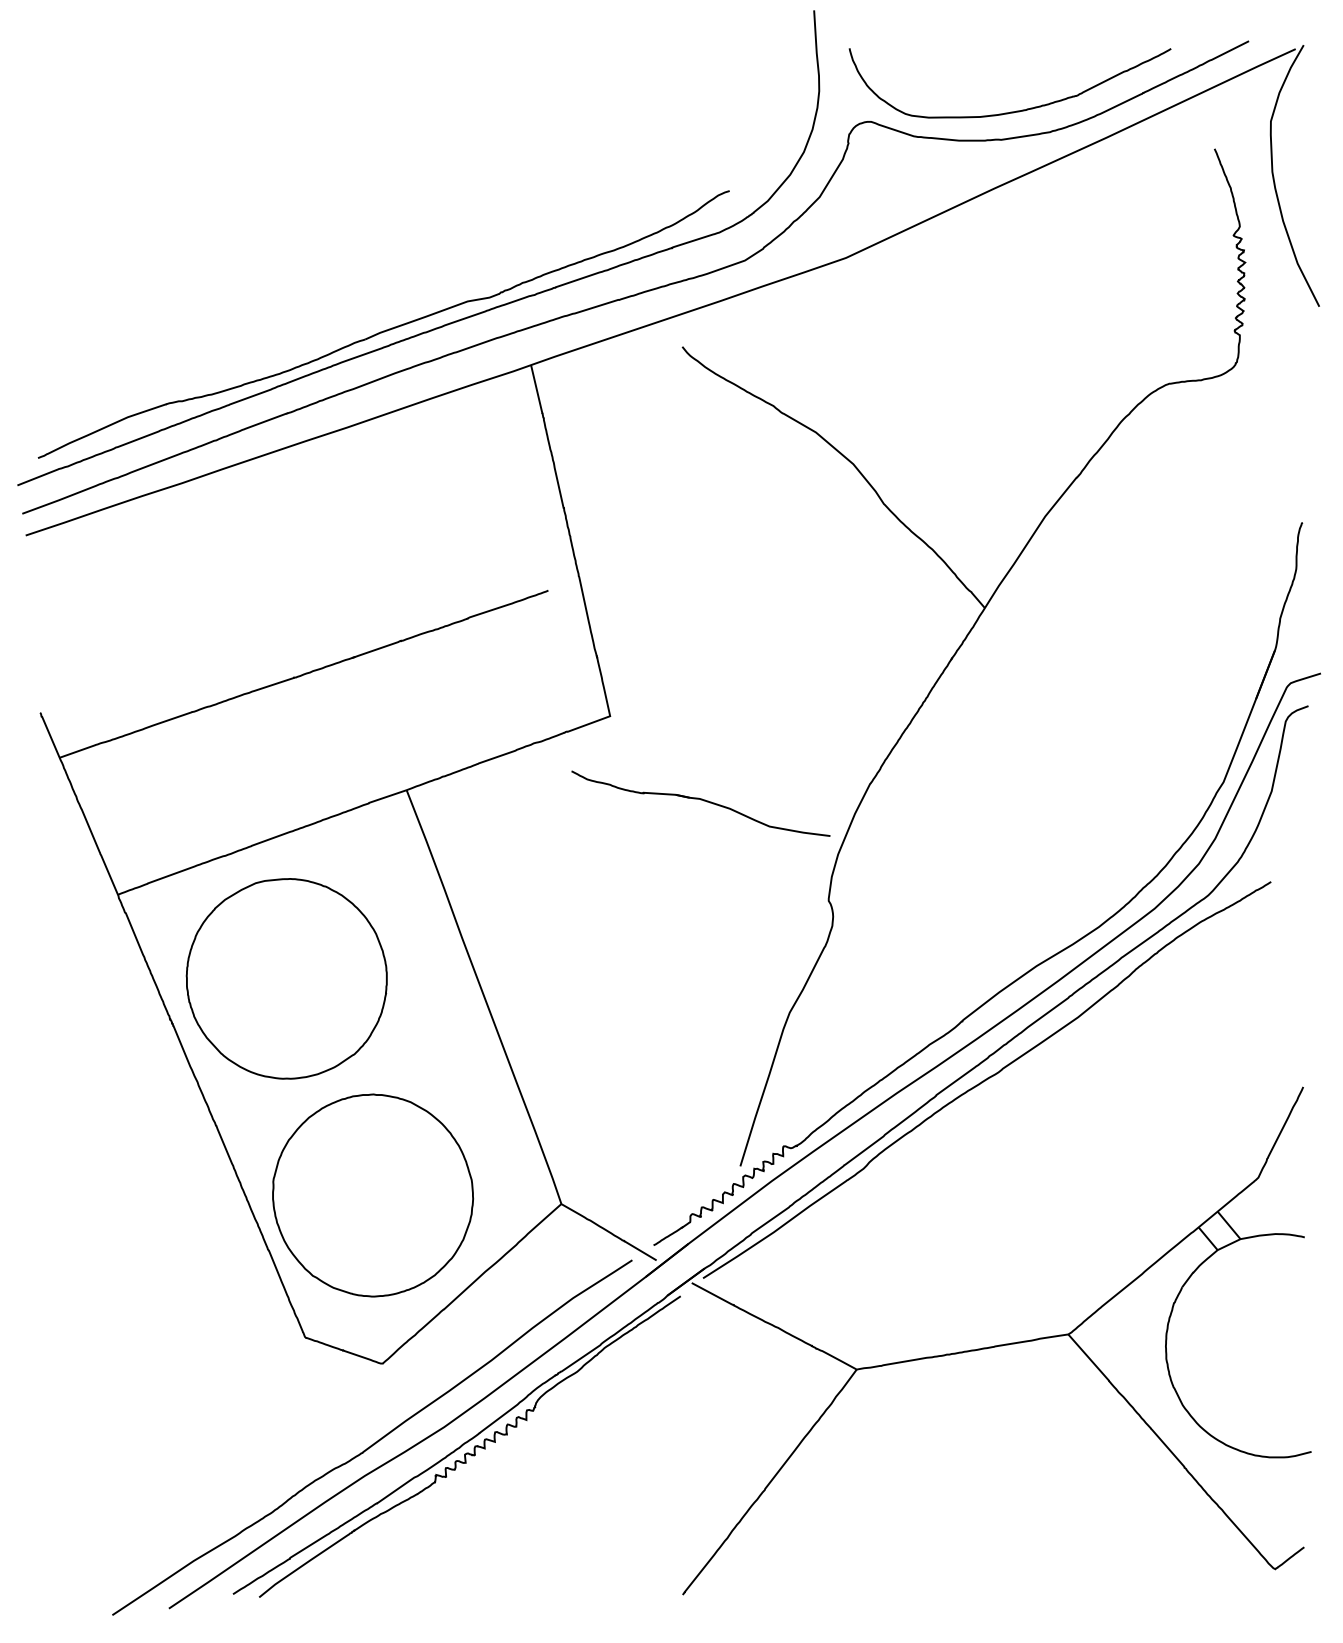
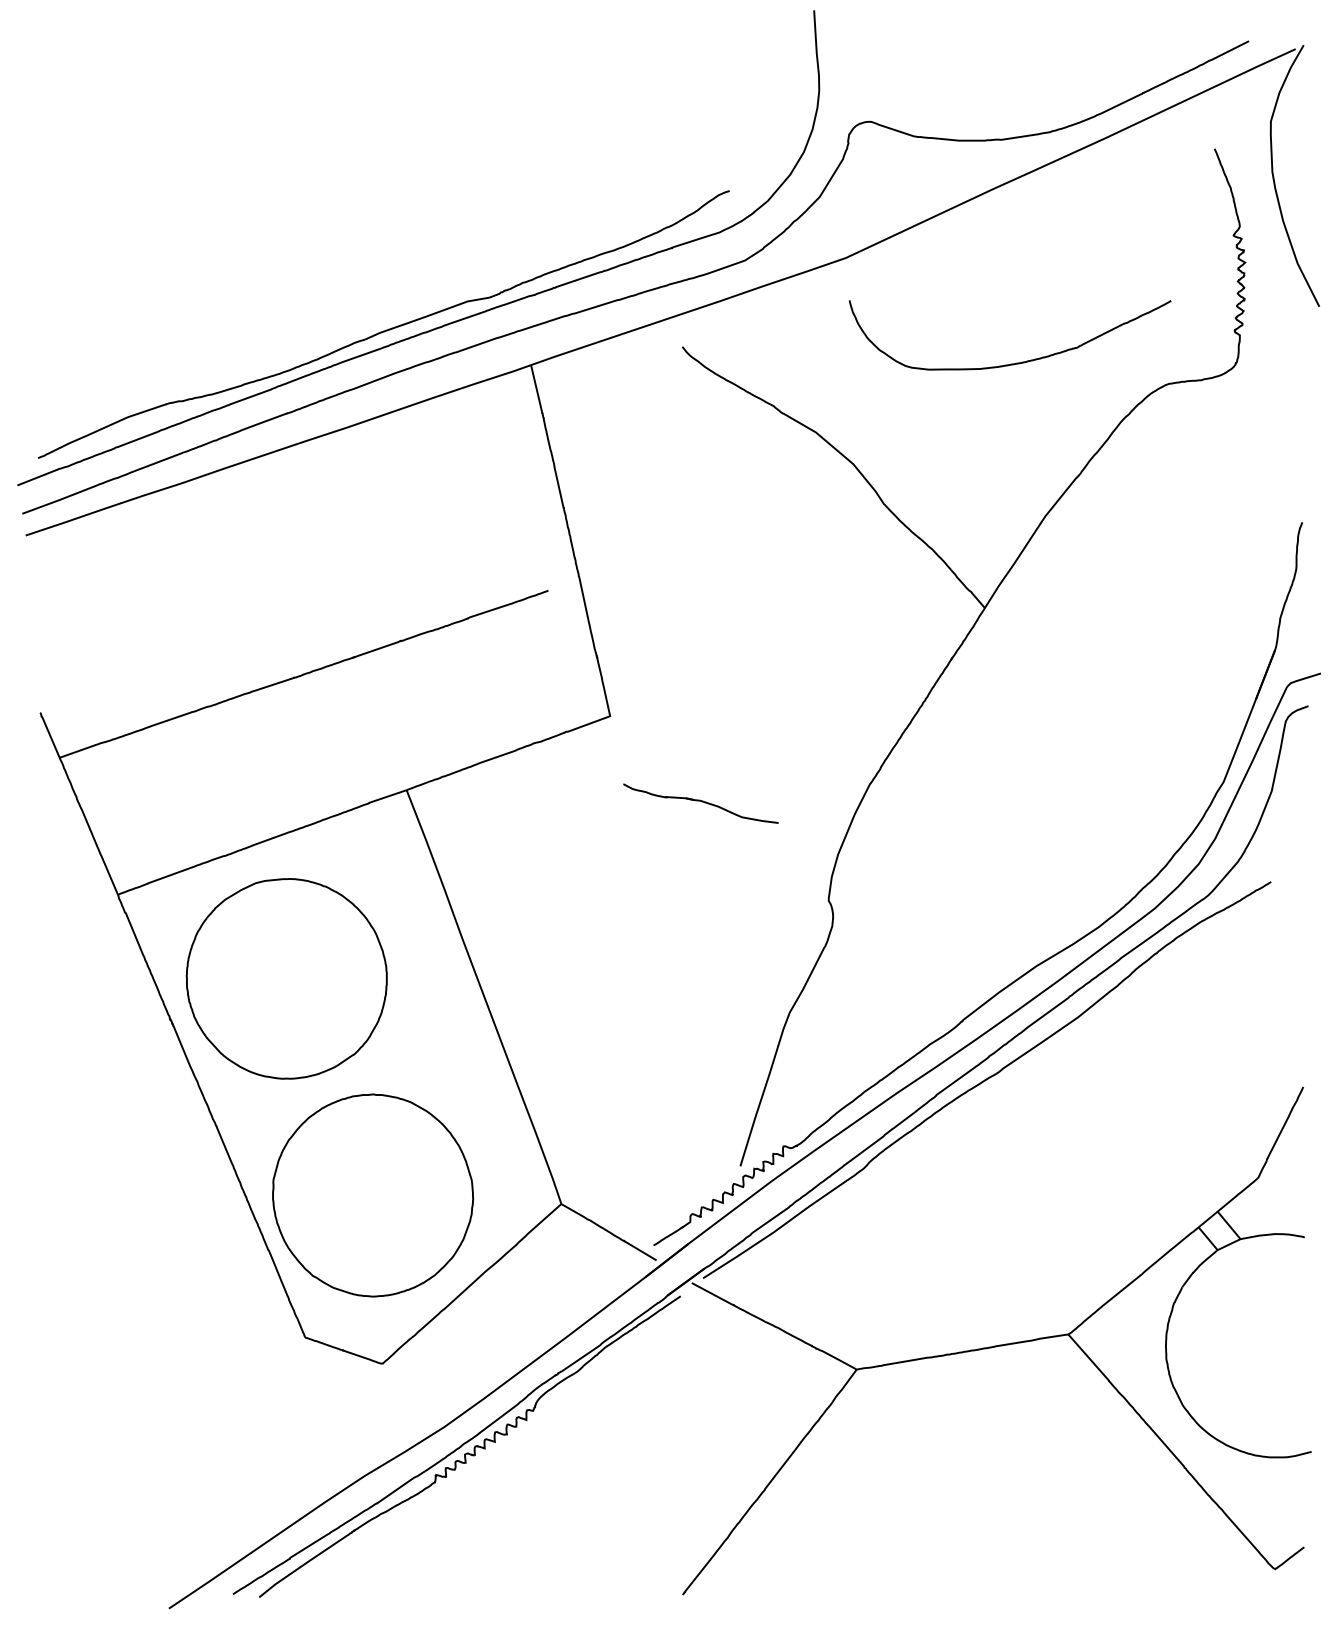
curve at (1016, 110) position: (1016, 110) -> (1016, 362)
part at (700, 803) size: 260x67 px -> 156x41 px
curve at (374, 1442): present -> none
